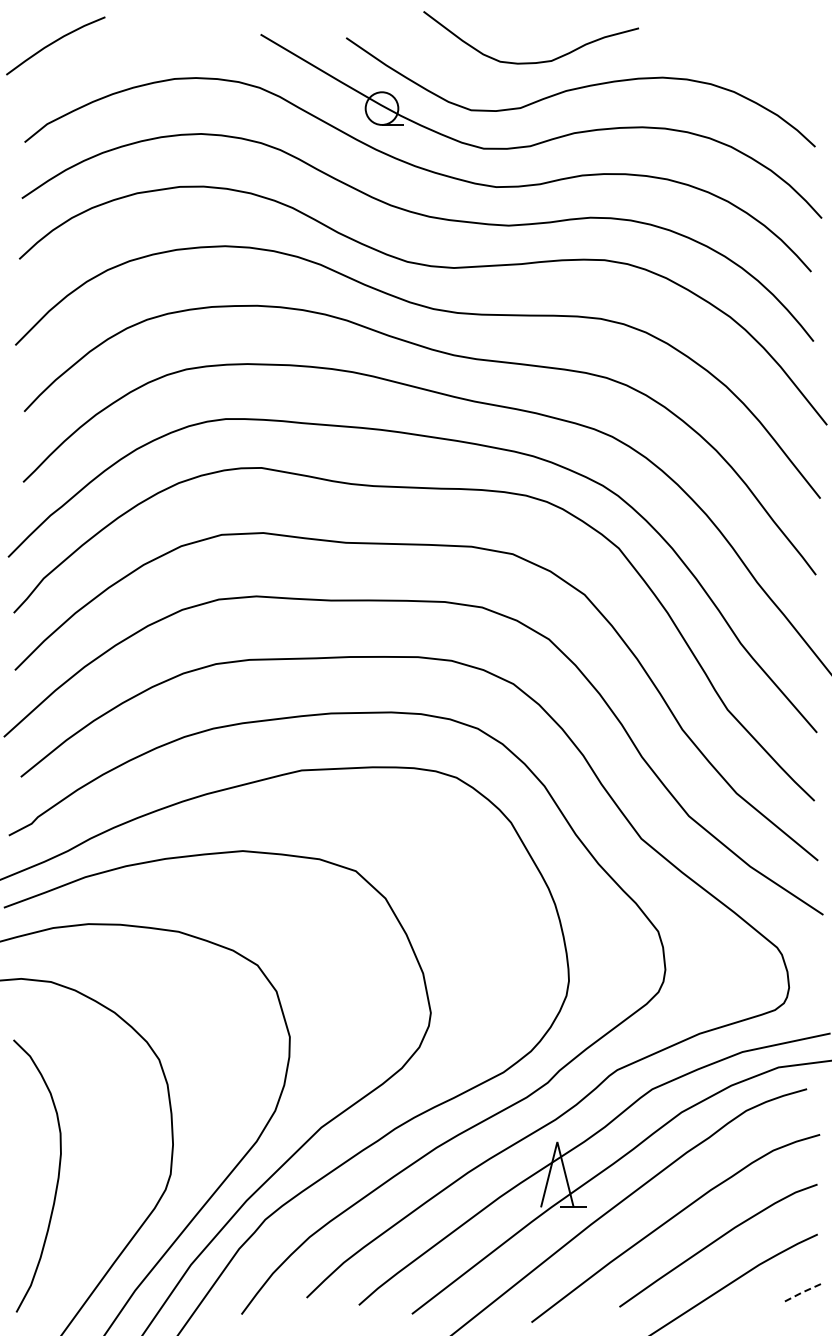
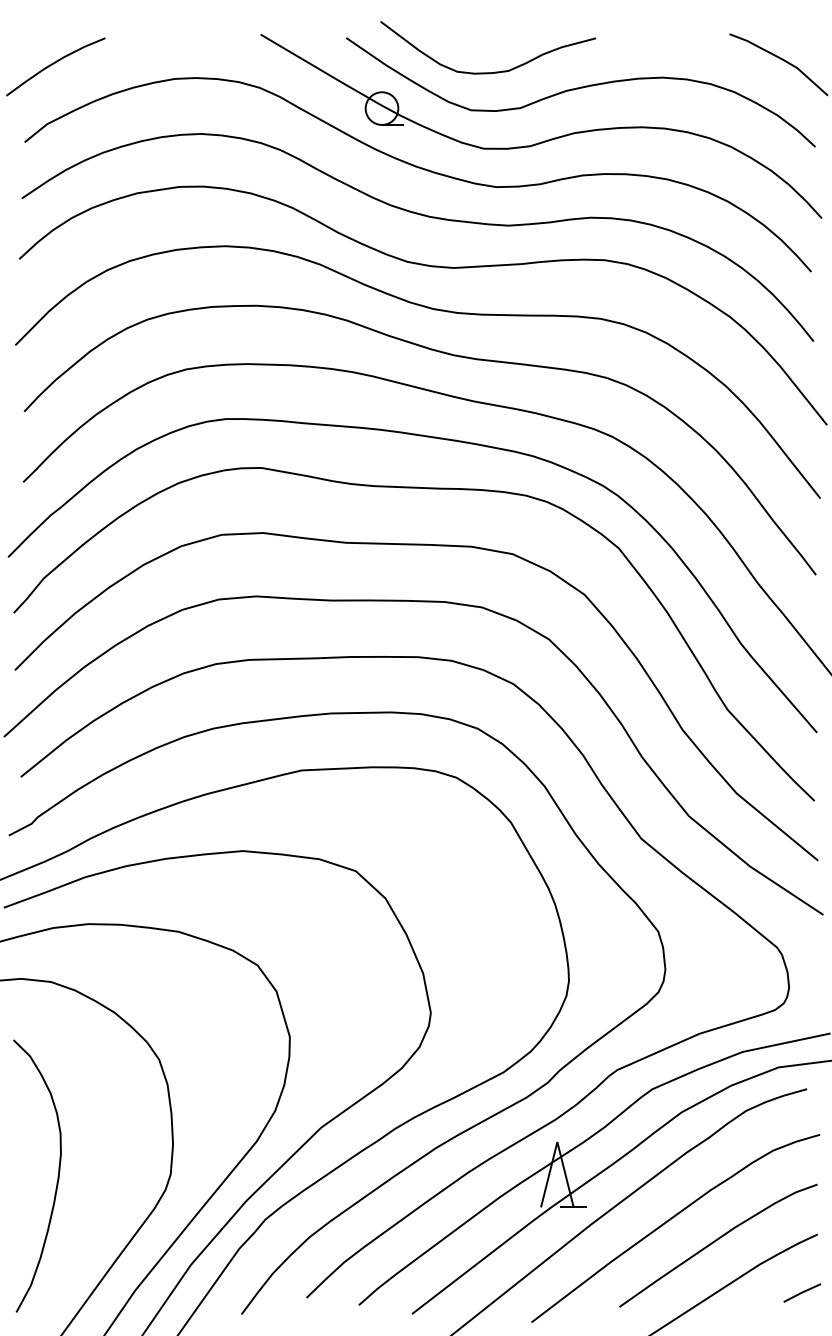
curve at (53, 43) position: (53, 43) -> (53, 64)
line at (780, 59): none -> present
curve at (537, 61) position: (537, 61) -> (494, 71)
line at (802, 1292): dashed -> solid
